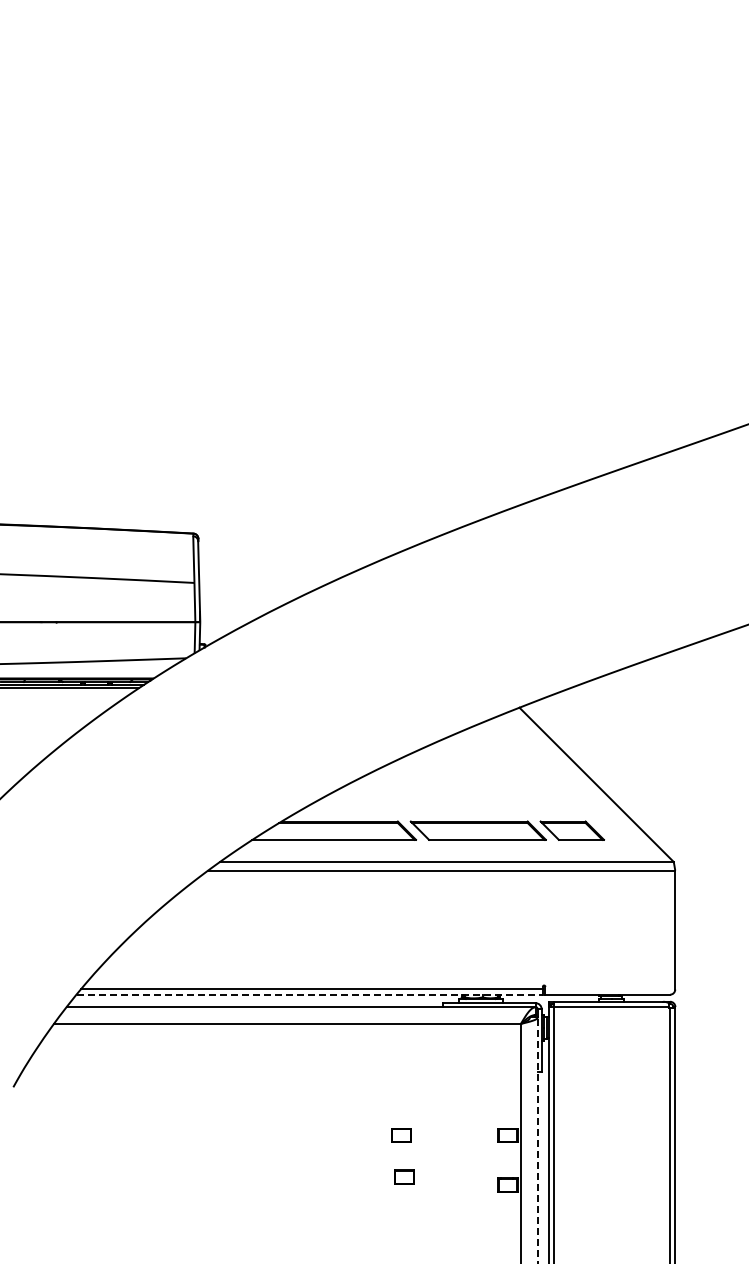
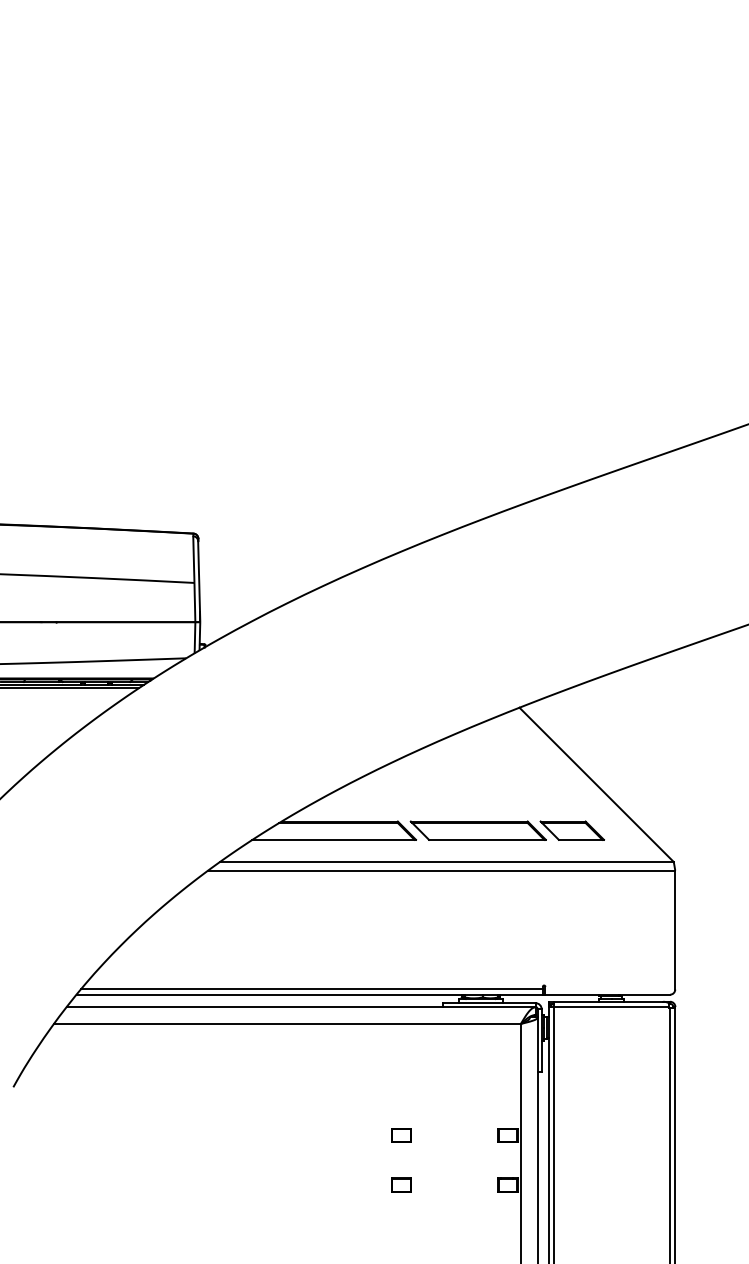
line at (310, 994): dashed -> solid
line at (537, 1140): dashed -> solid
part at (404, 1176) position: (404, 1176) -> (401, 1184)
